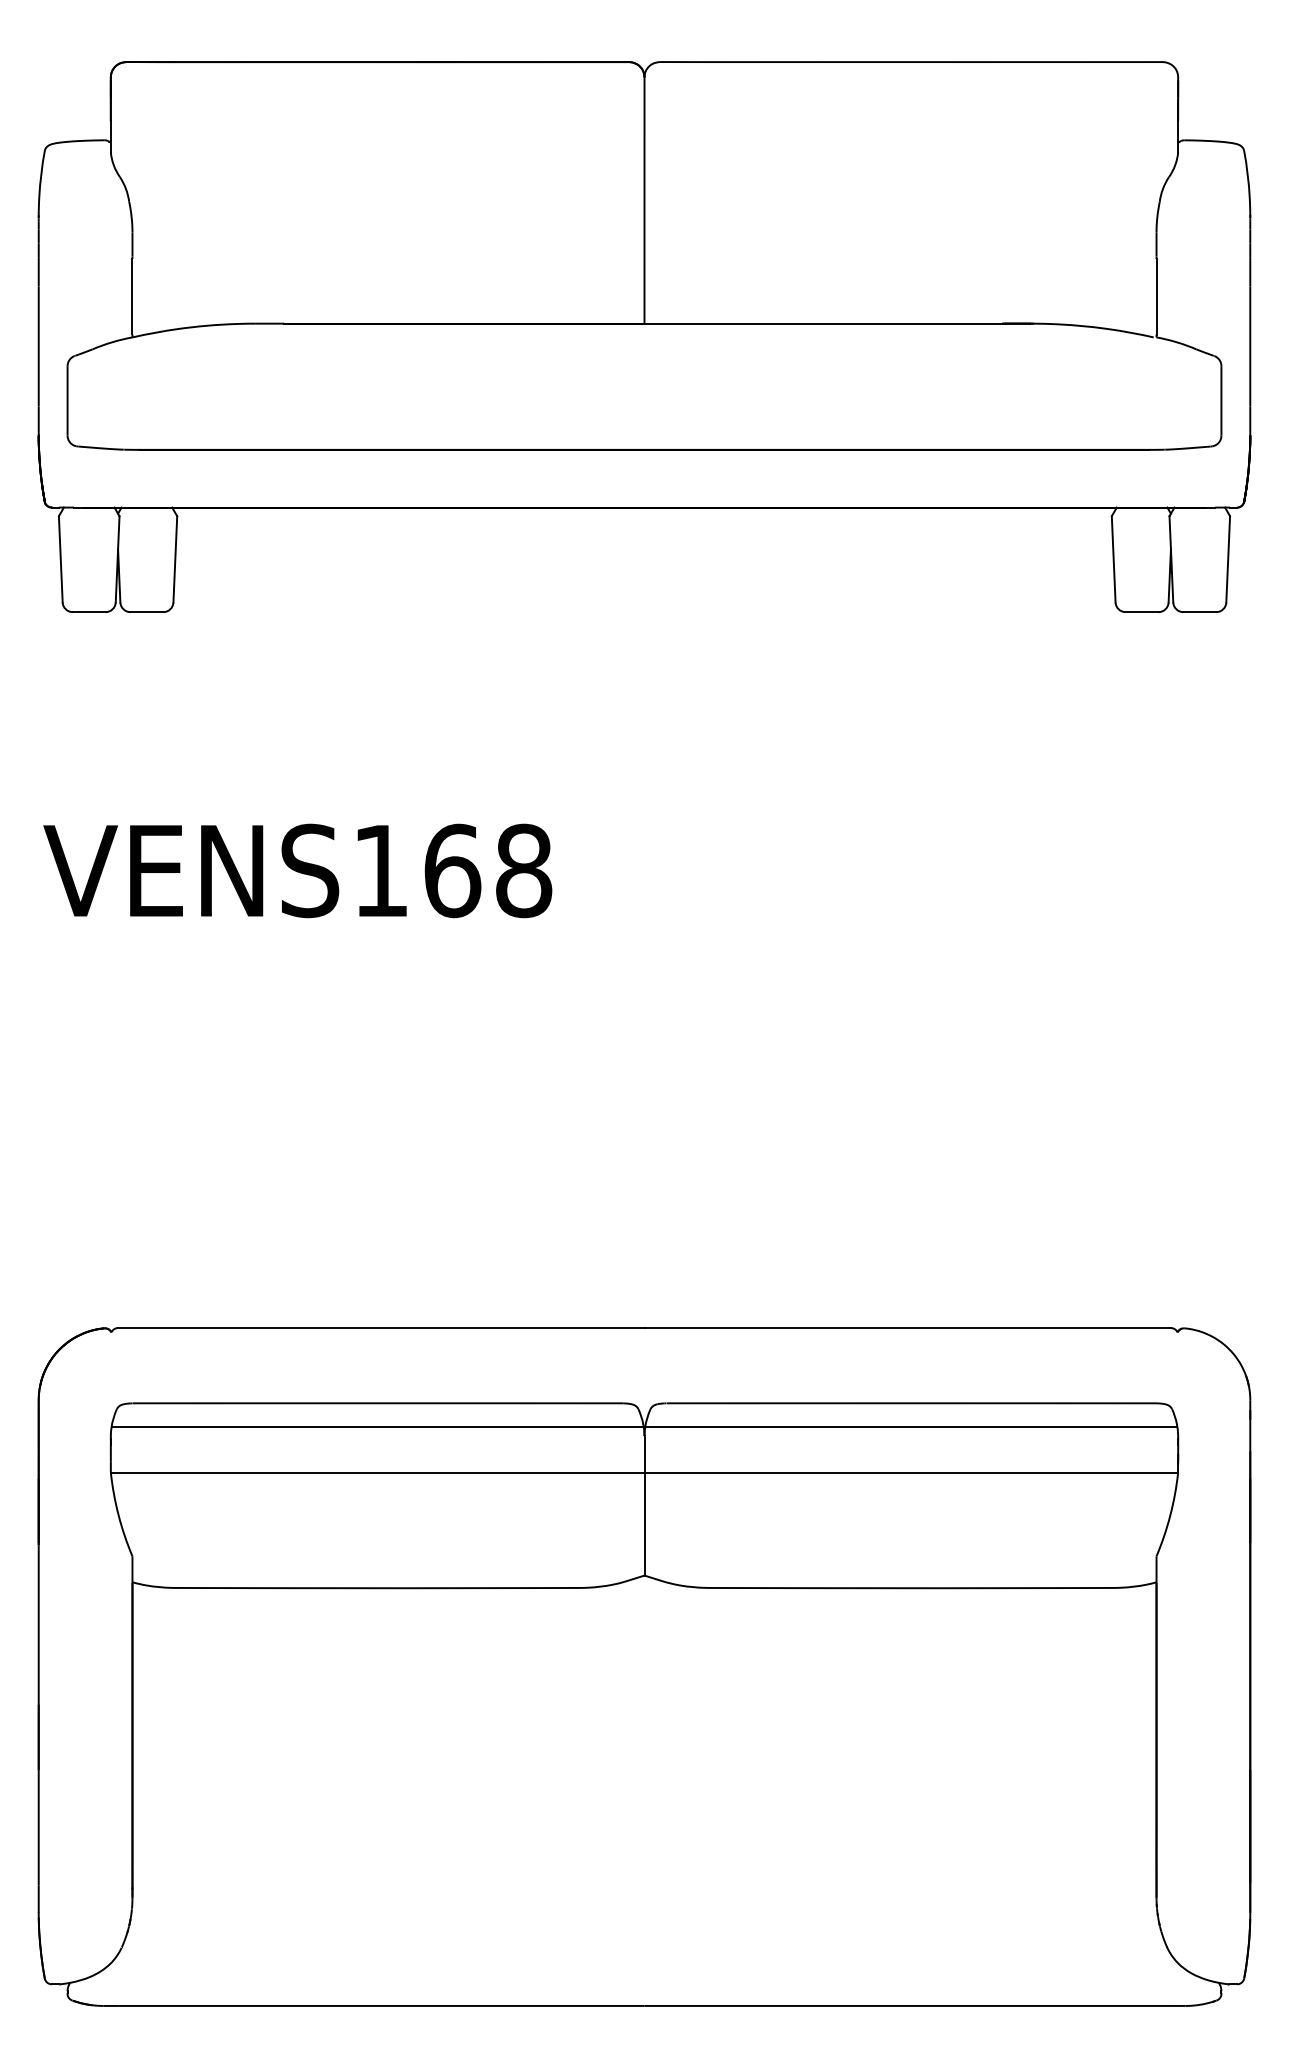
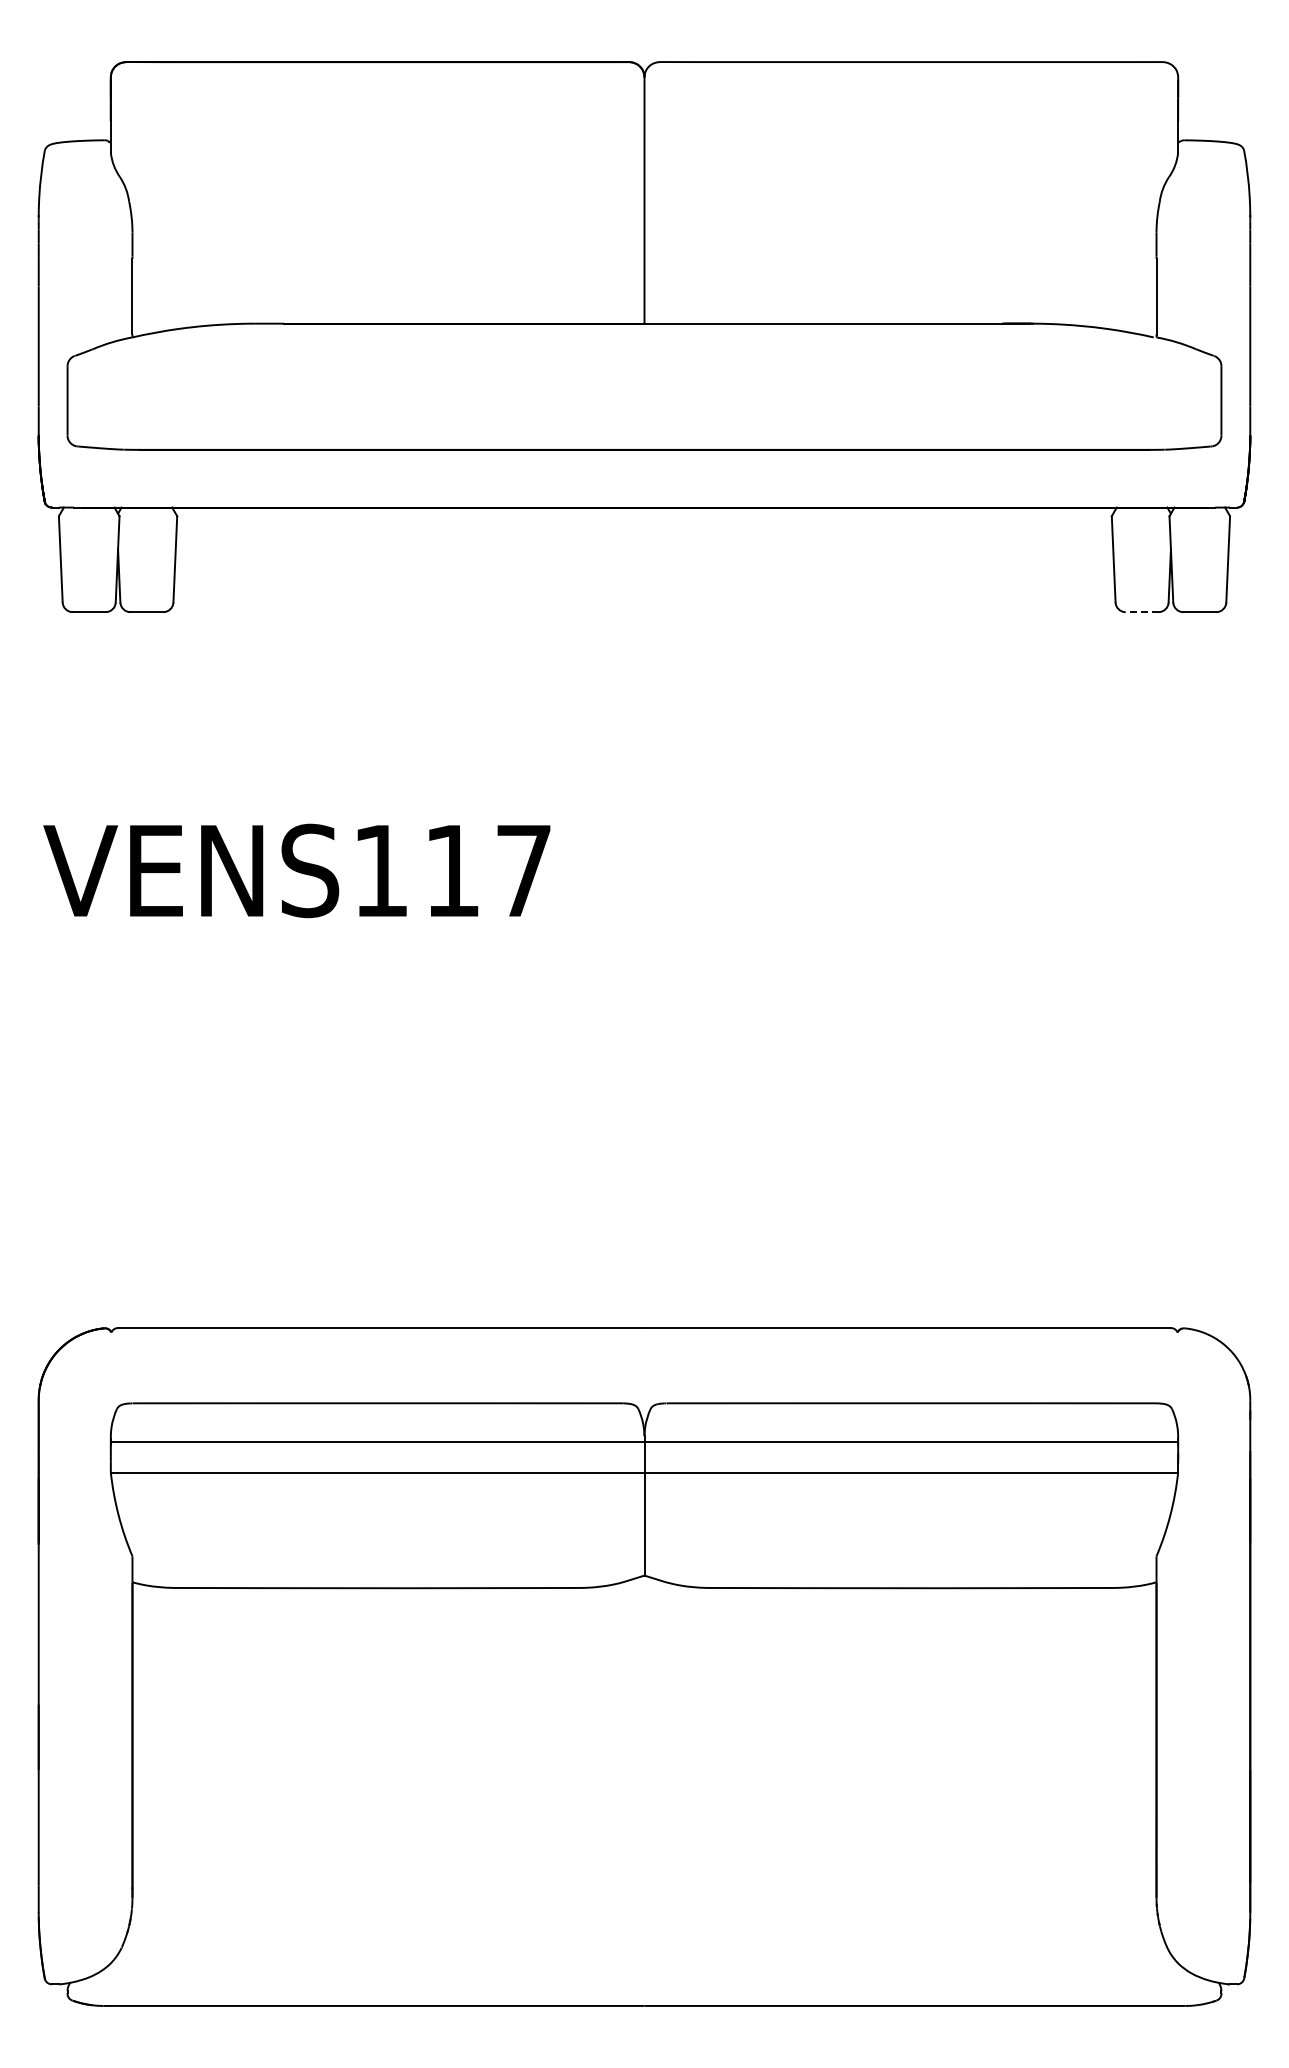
line at (1141, 612): solid -> dashed
text at (488, 870): VENS168 -> VENS117
line at (644, 1426) position: (644, 1426) -> (644, 1441)
